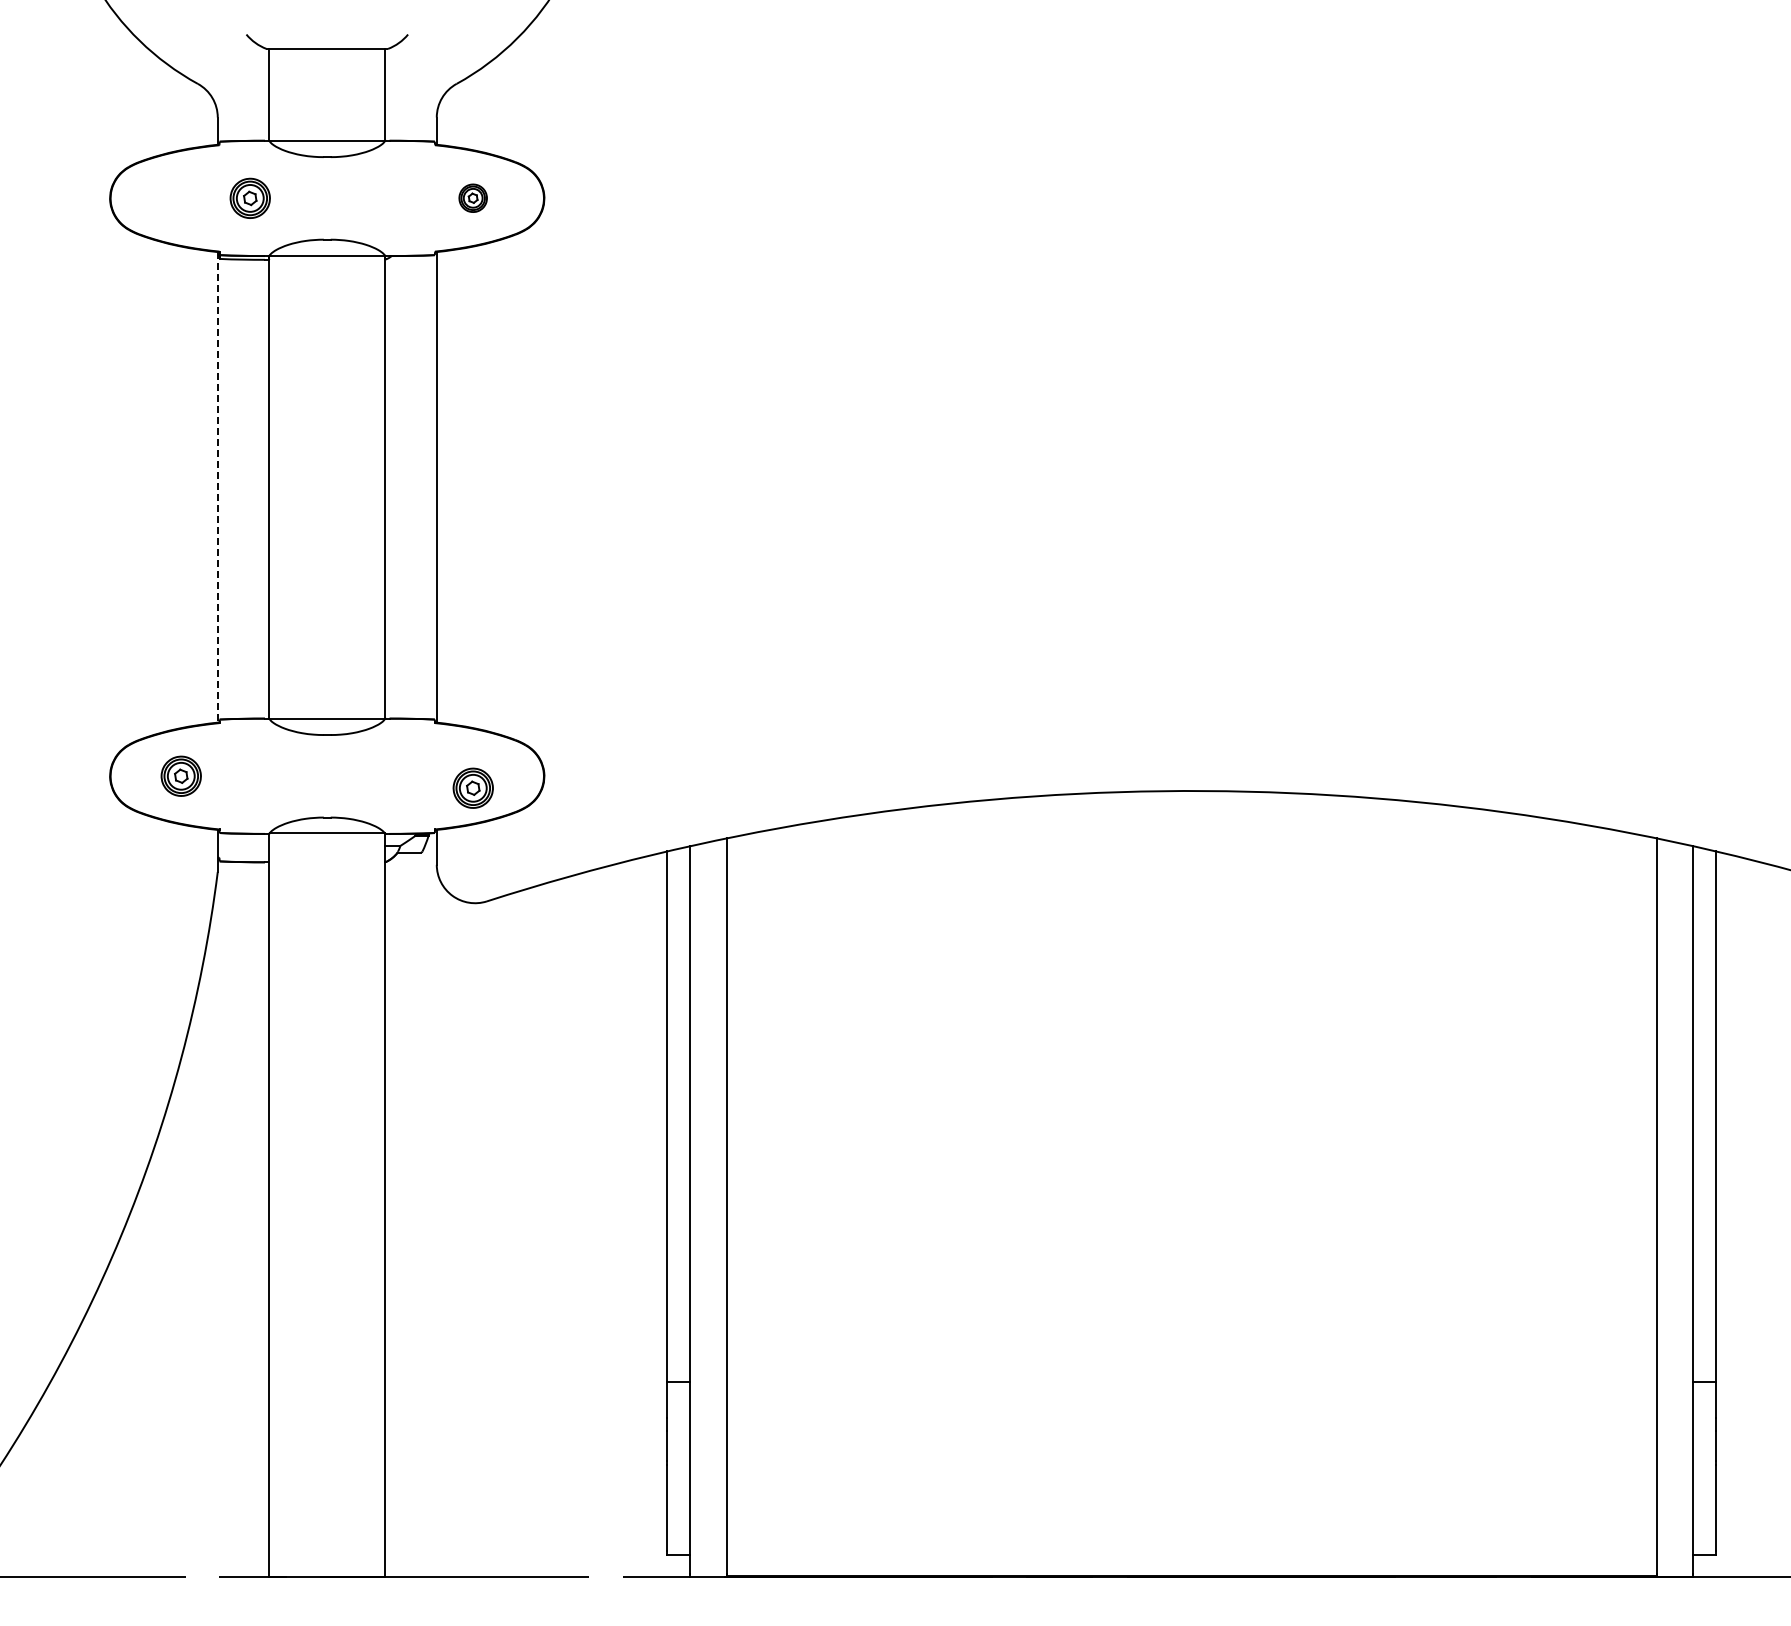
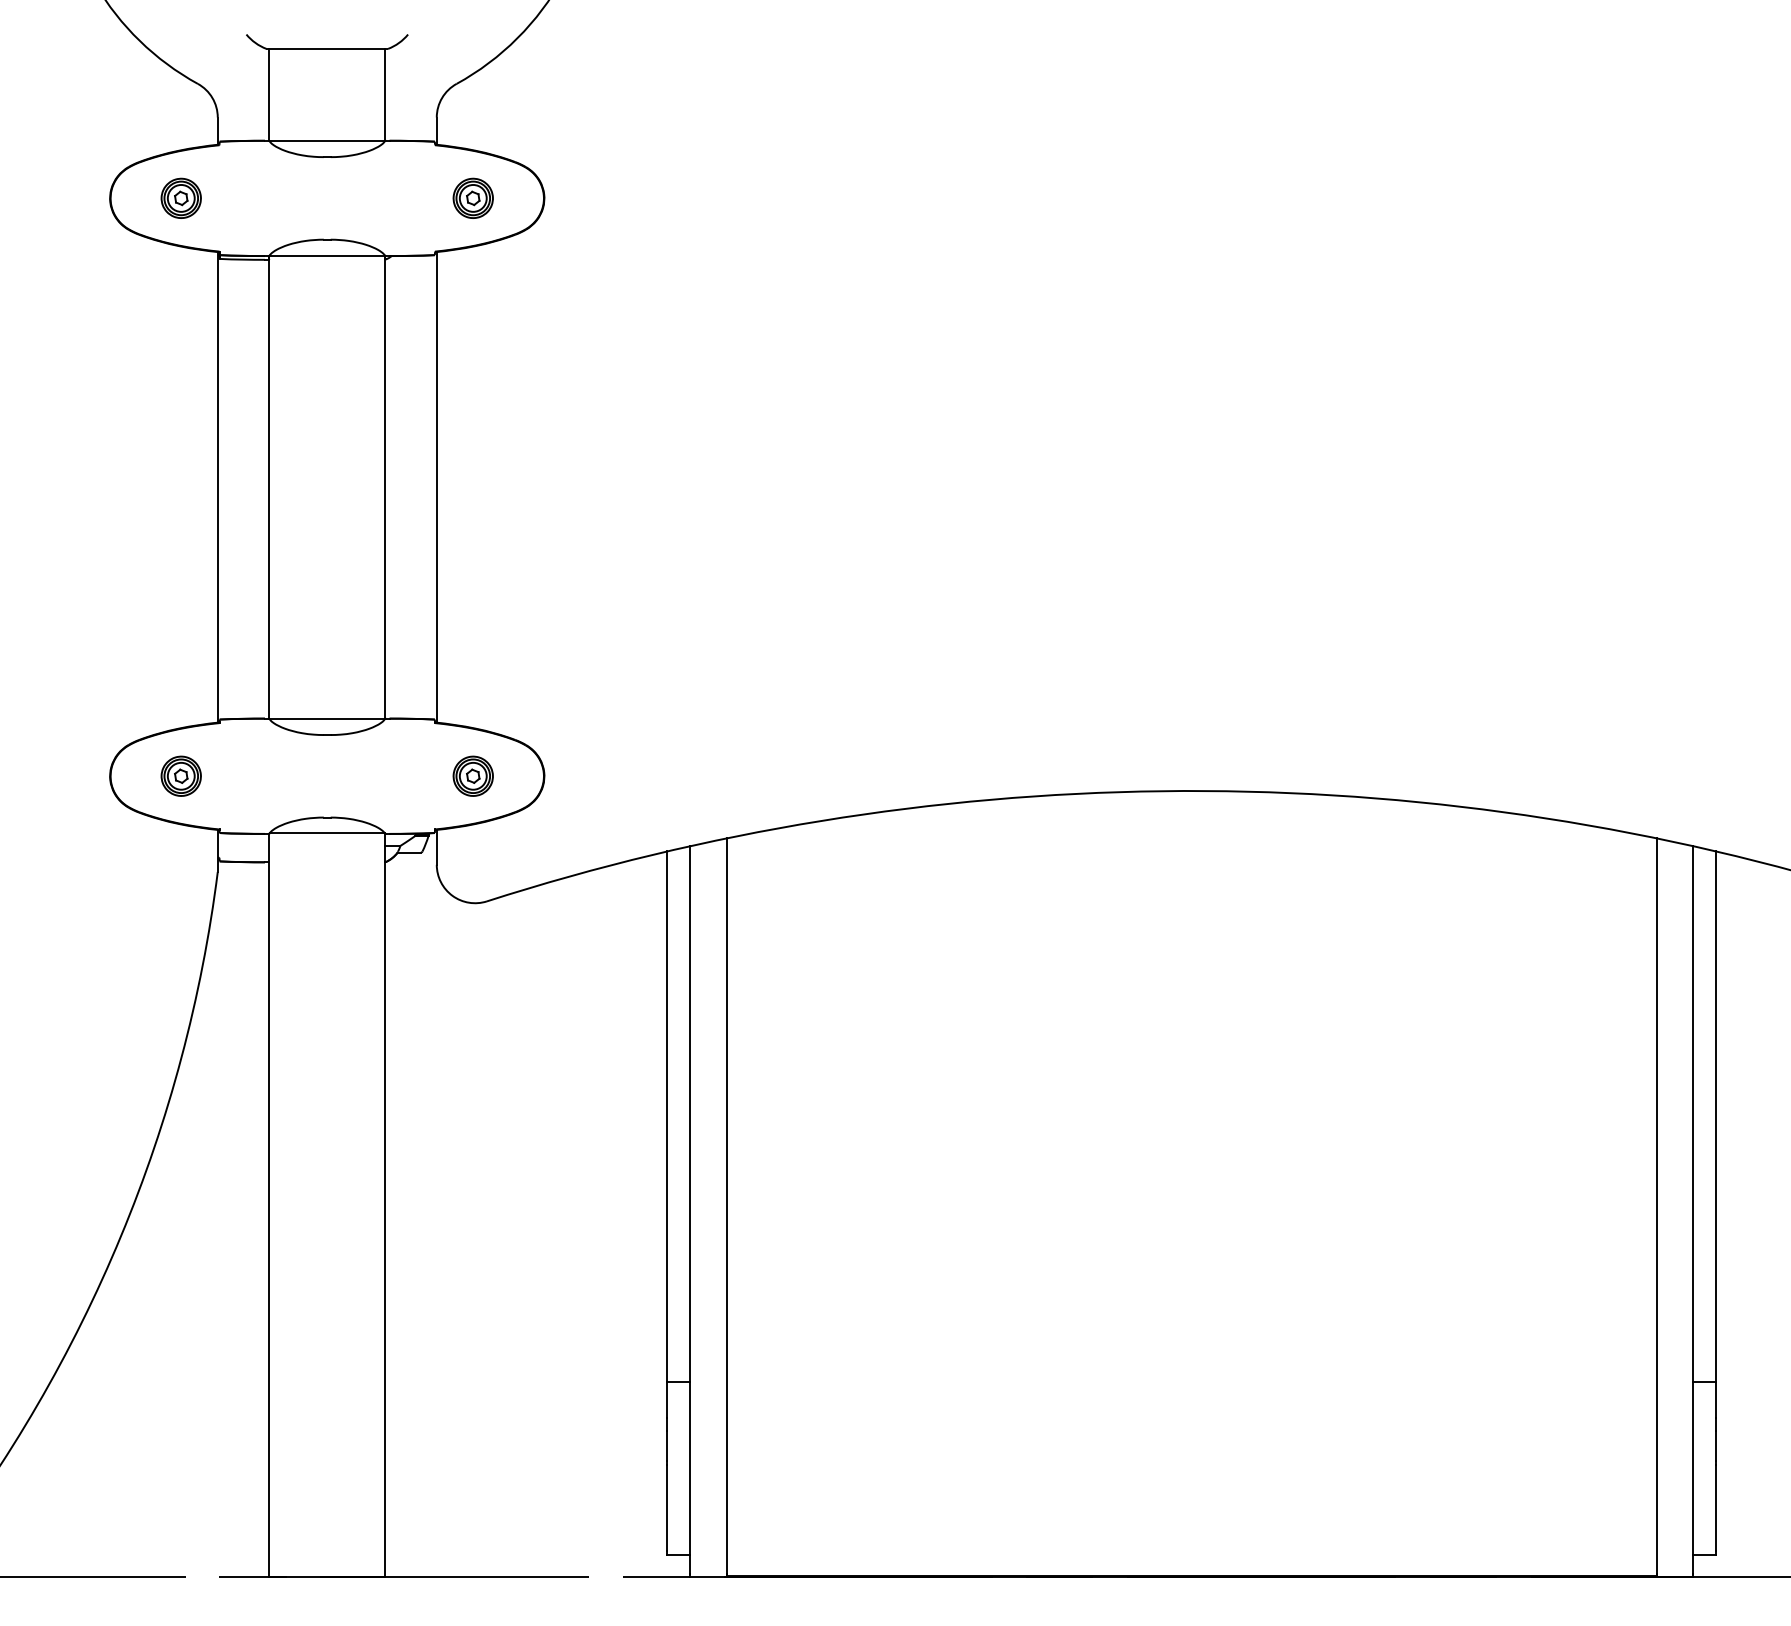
part at (249, 197) position: (249, 197) -> (180, 197)
part at (472, 197) size: 30x30 px -> 42x42 px
line at (217, 487): dashed -> solid
part at (472, 787) position: (472, 787) -> (472, 775)
